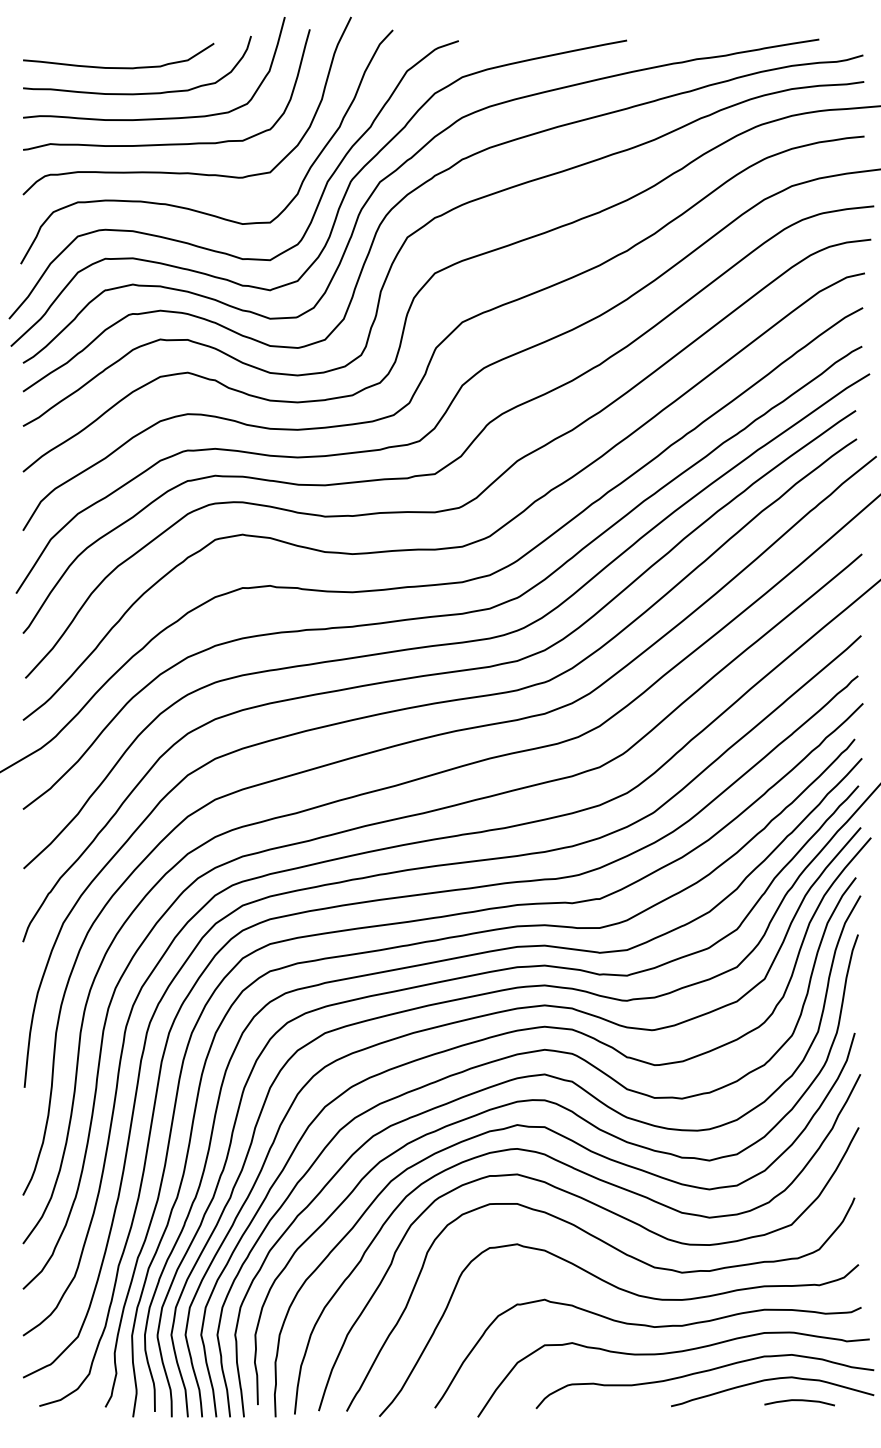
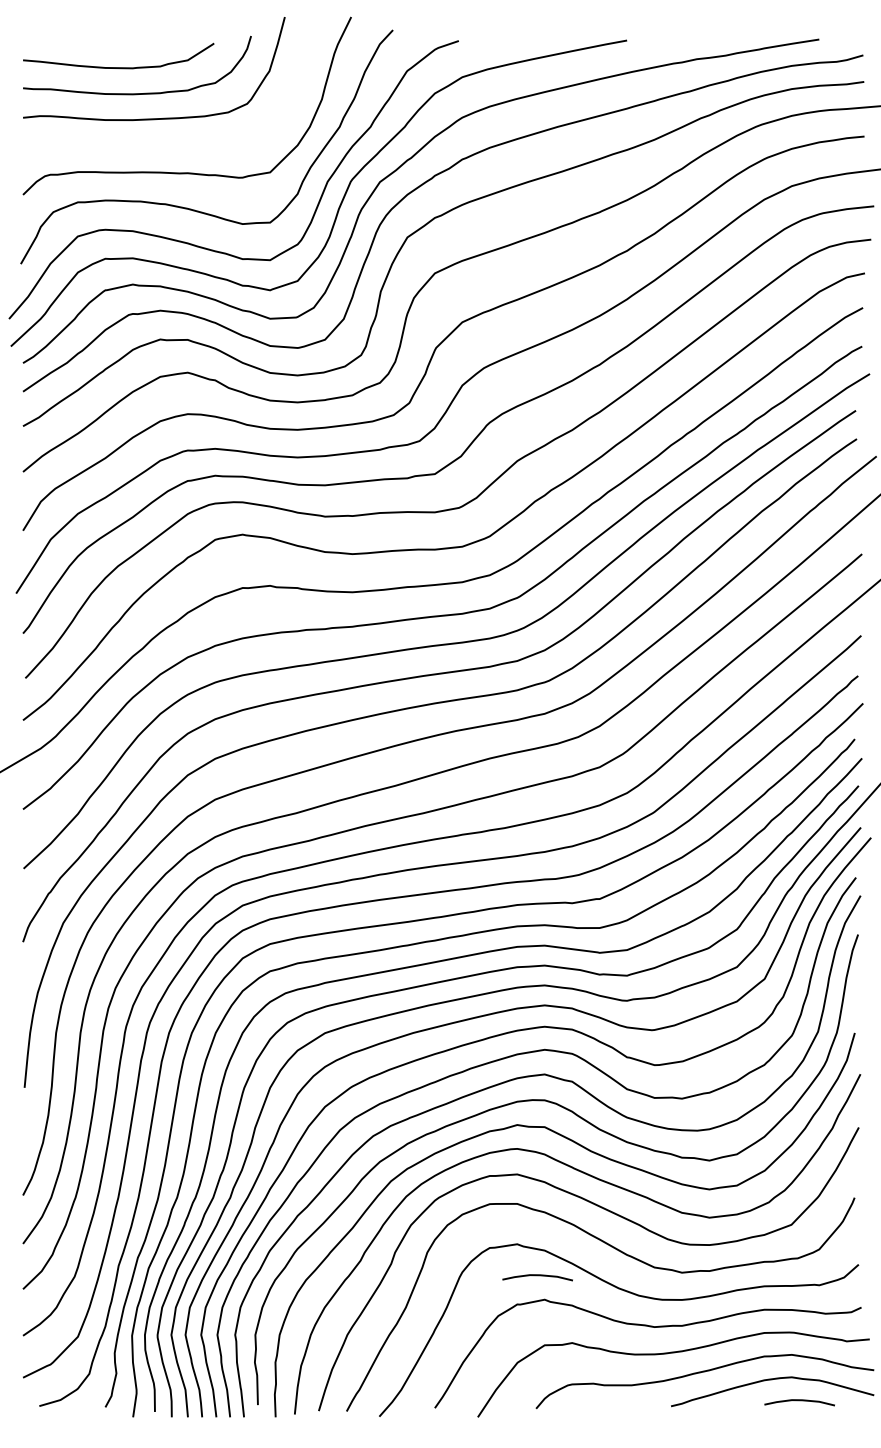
curve at (166, 143): present -> none
curve at (537, 1276): none -> present
